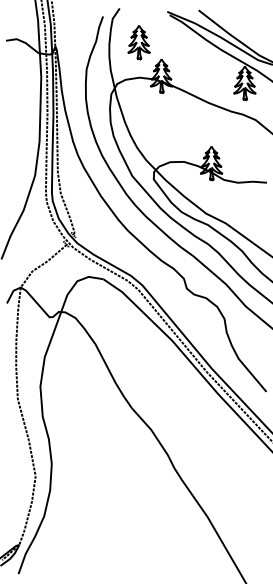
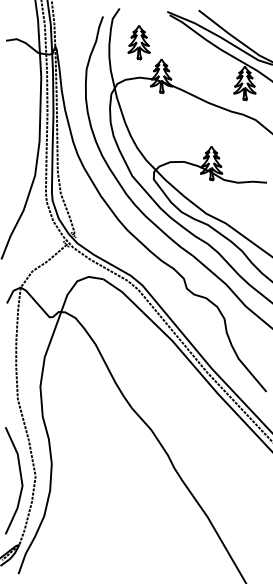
line at (20, 480): none -> present
